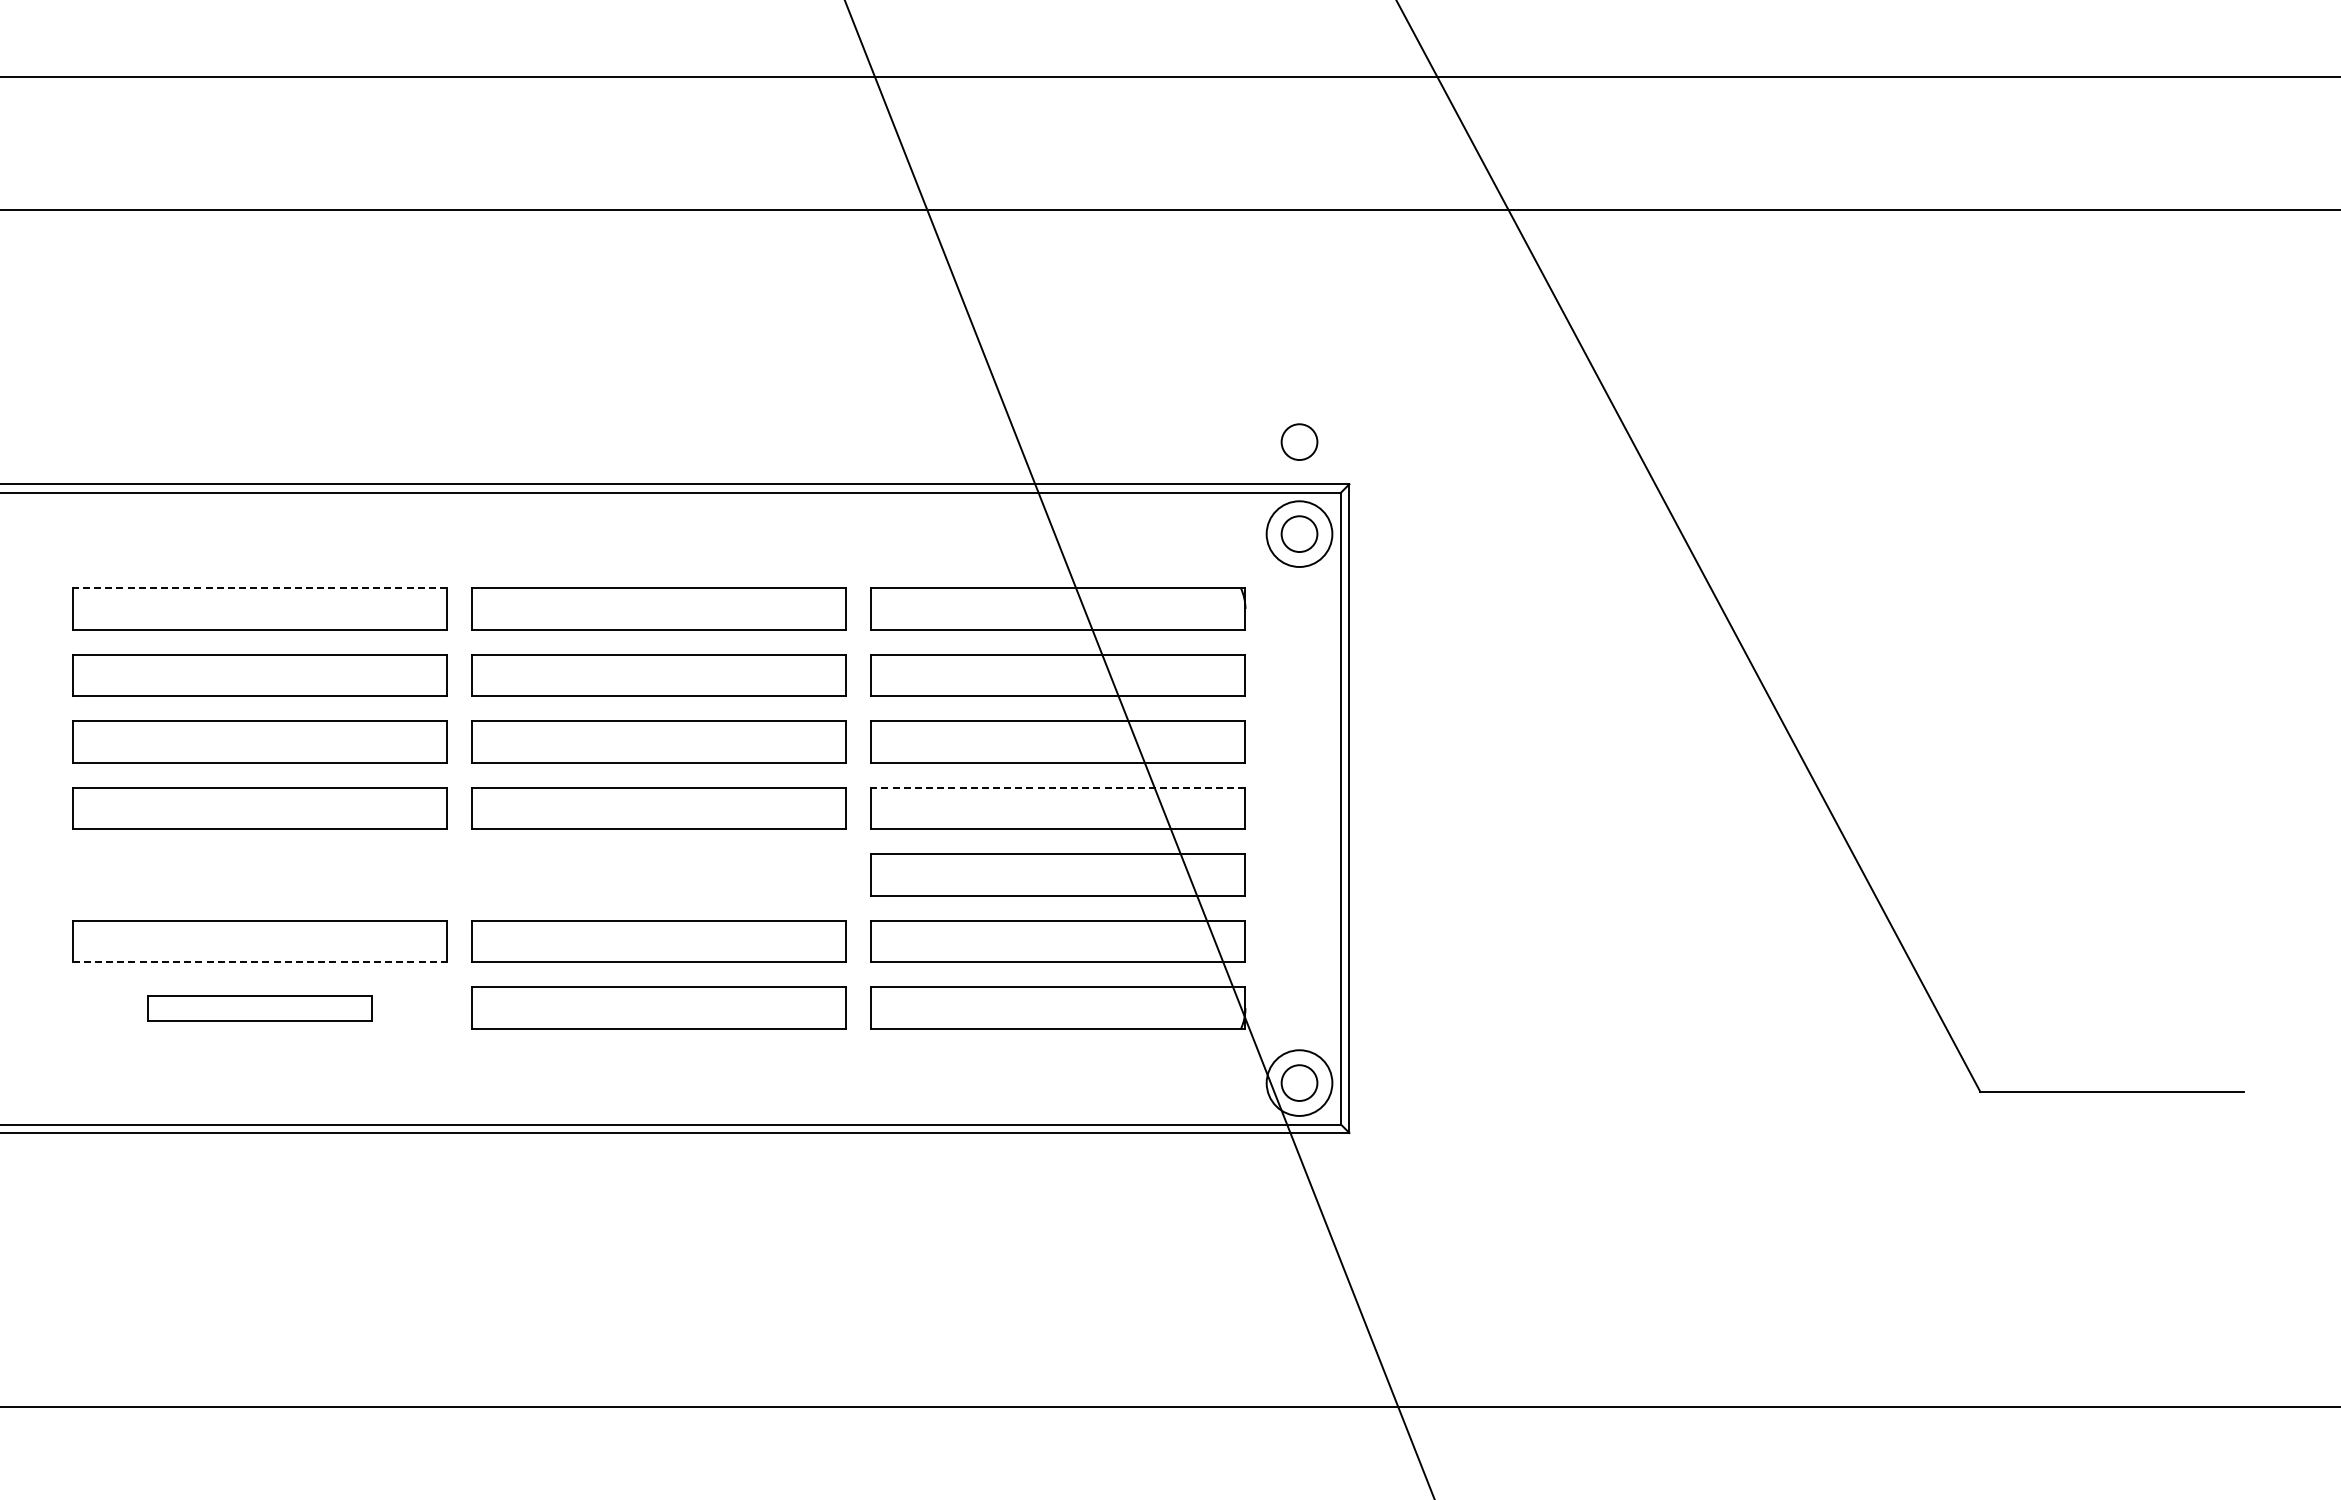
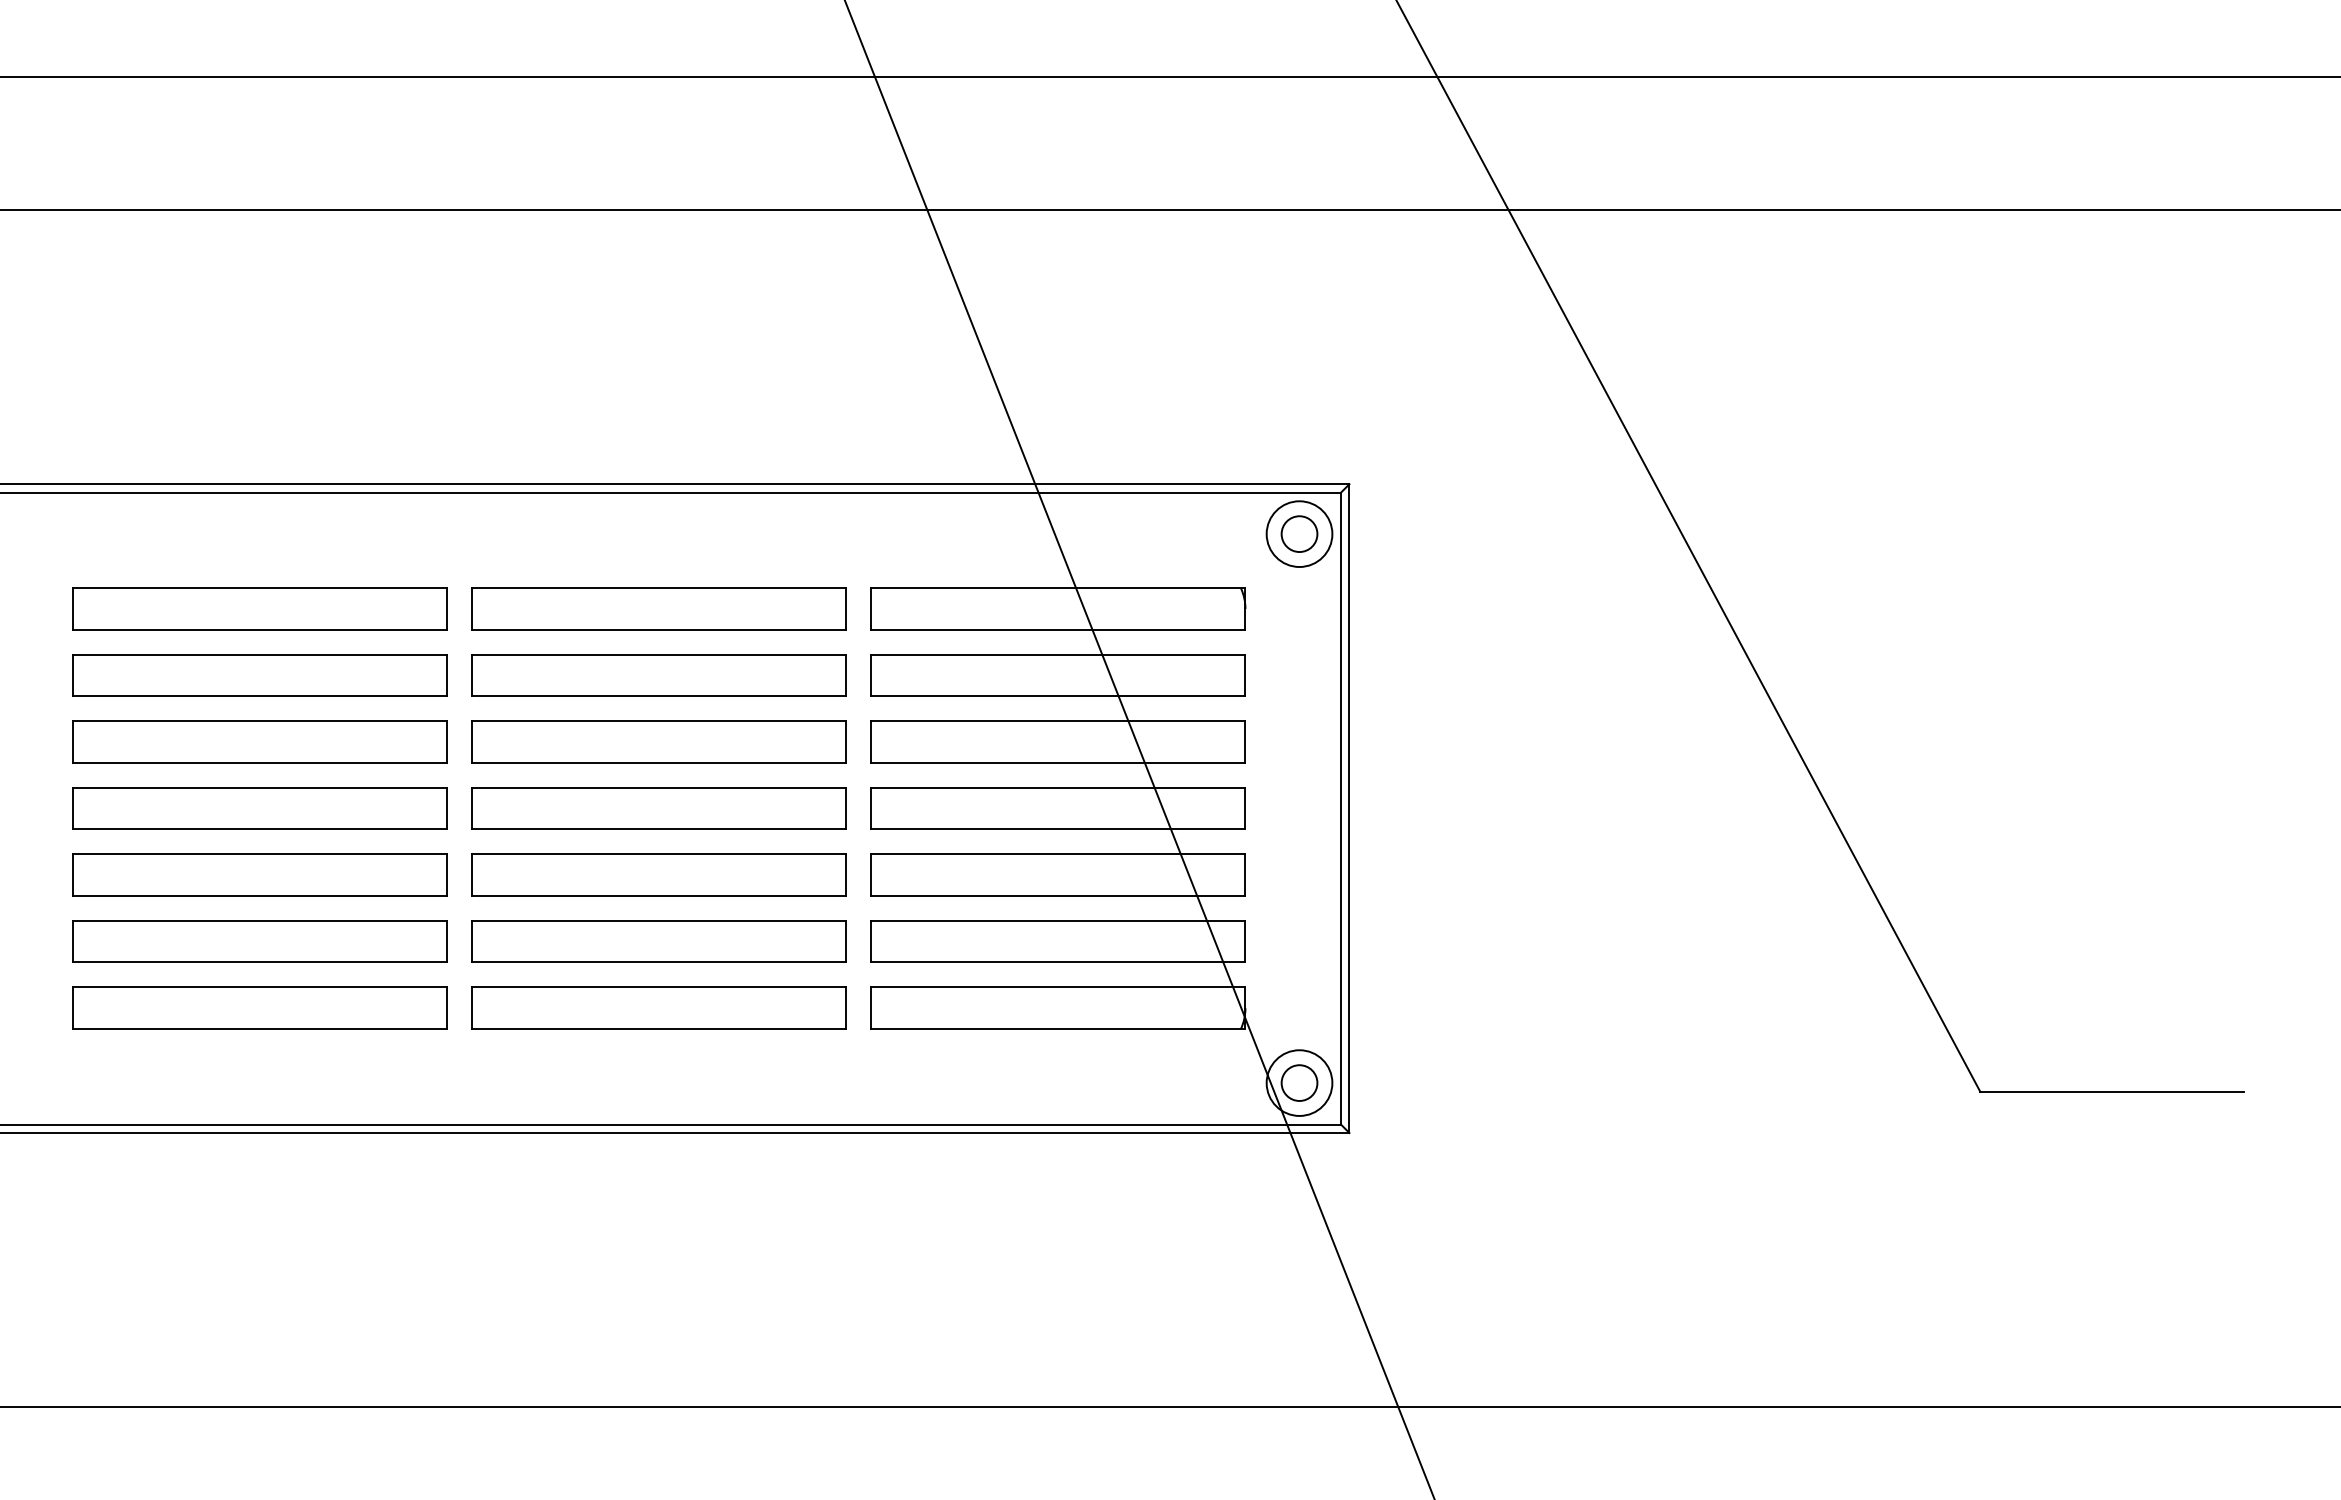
circle at (1299, 441): present -> none
line at (259, 588): dashed -> solid
line at (1057, 787): dashed -> solid
part at (259, 874): none -> present
part at (658, 874): none -> present
line at (260, 962): dashed -> solid
part at (259, 1008) size: 226x27 px -> 376x44 px
